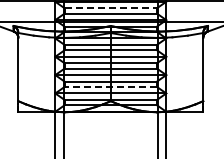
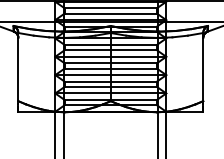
line at (111, 8): dashed -> solid
line at (110, 86): dashed -> solid
